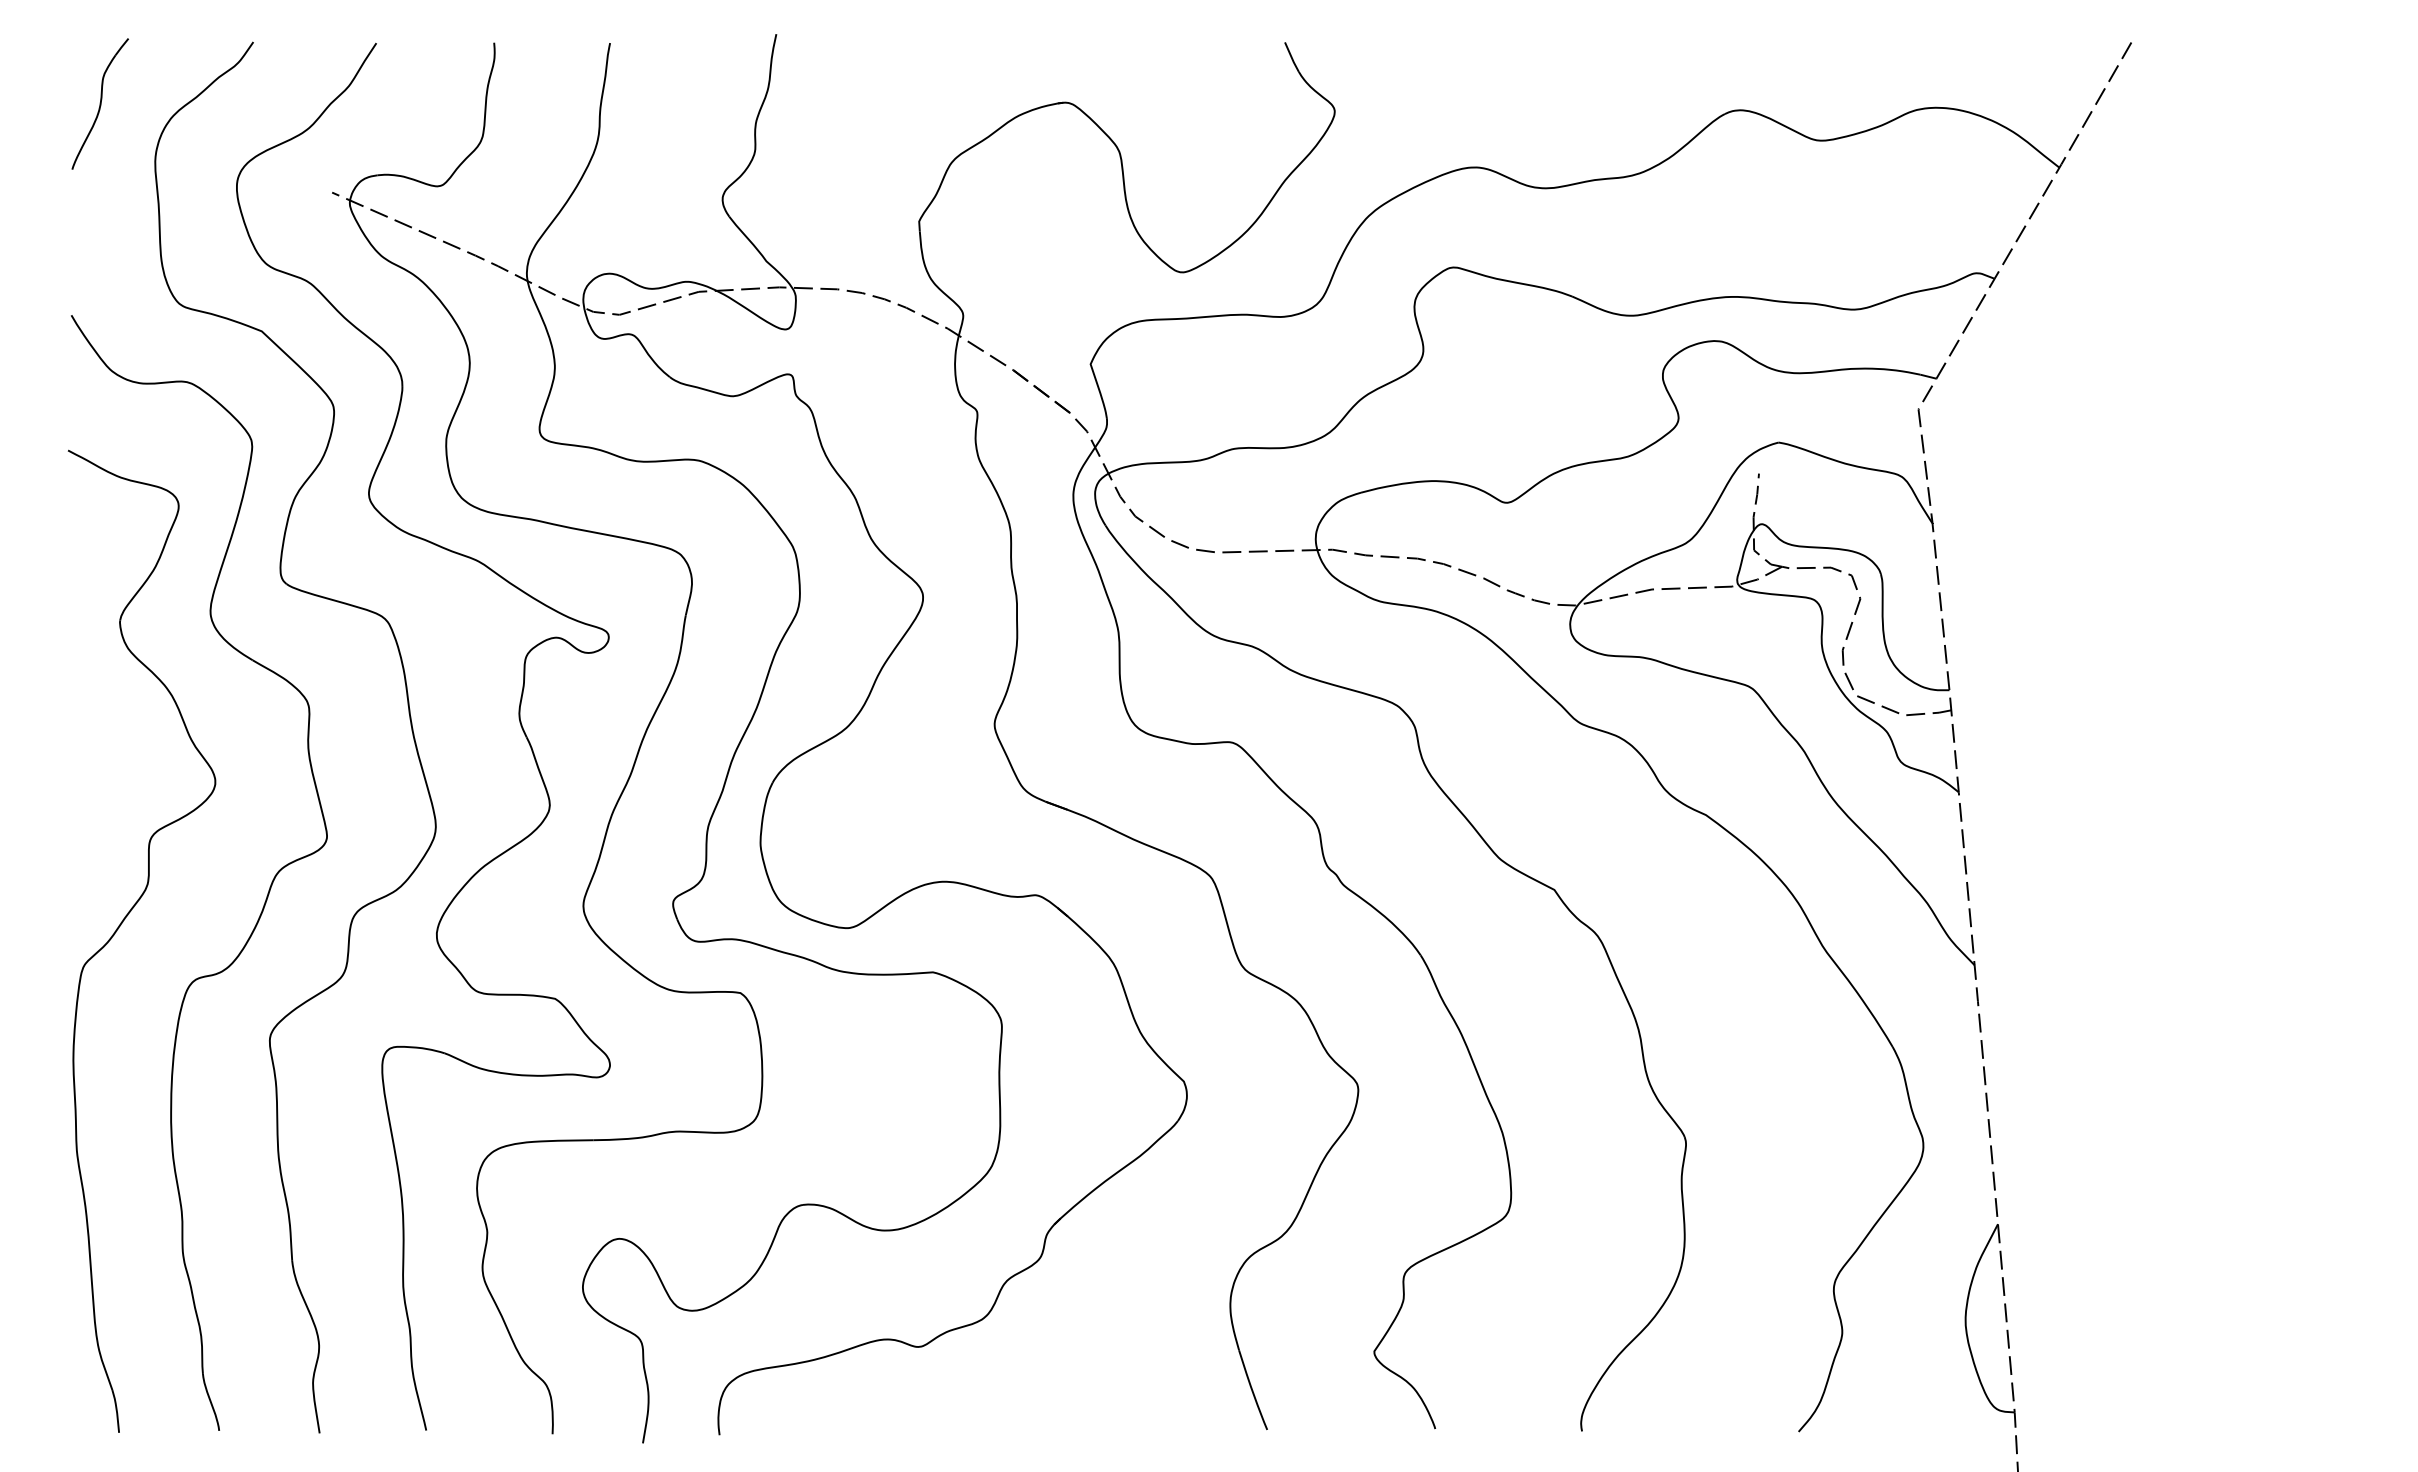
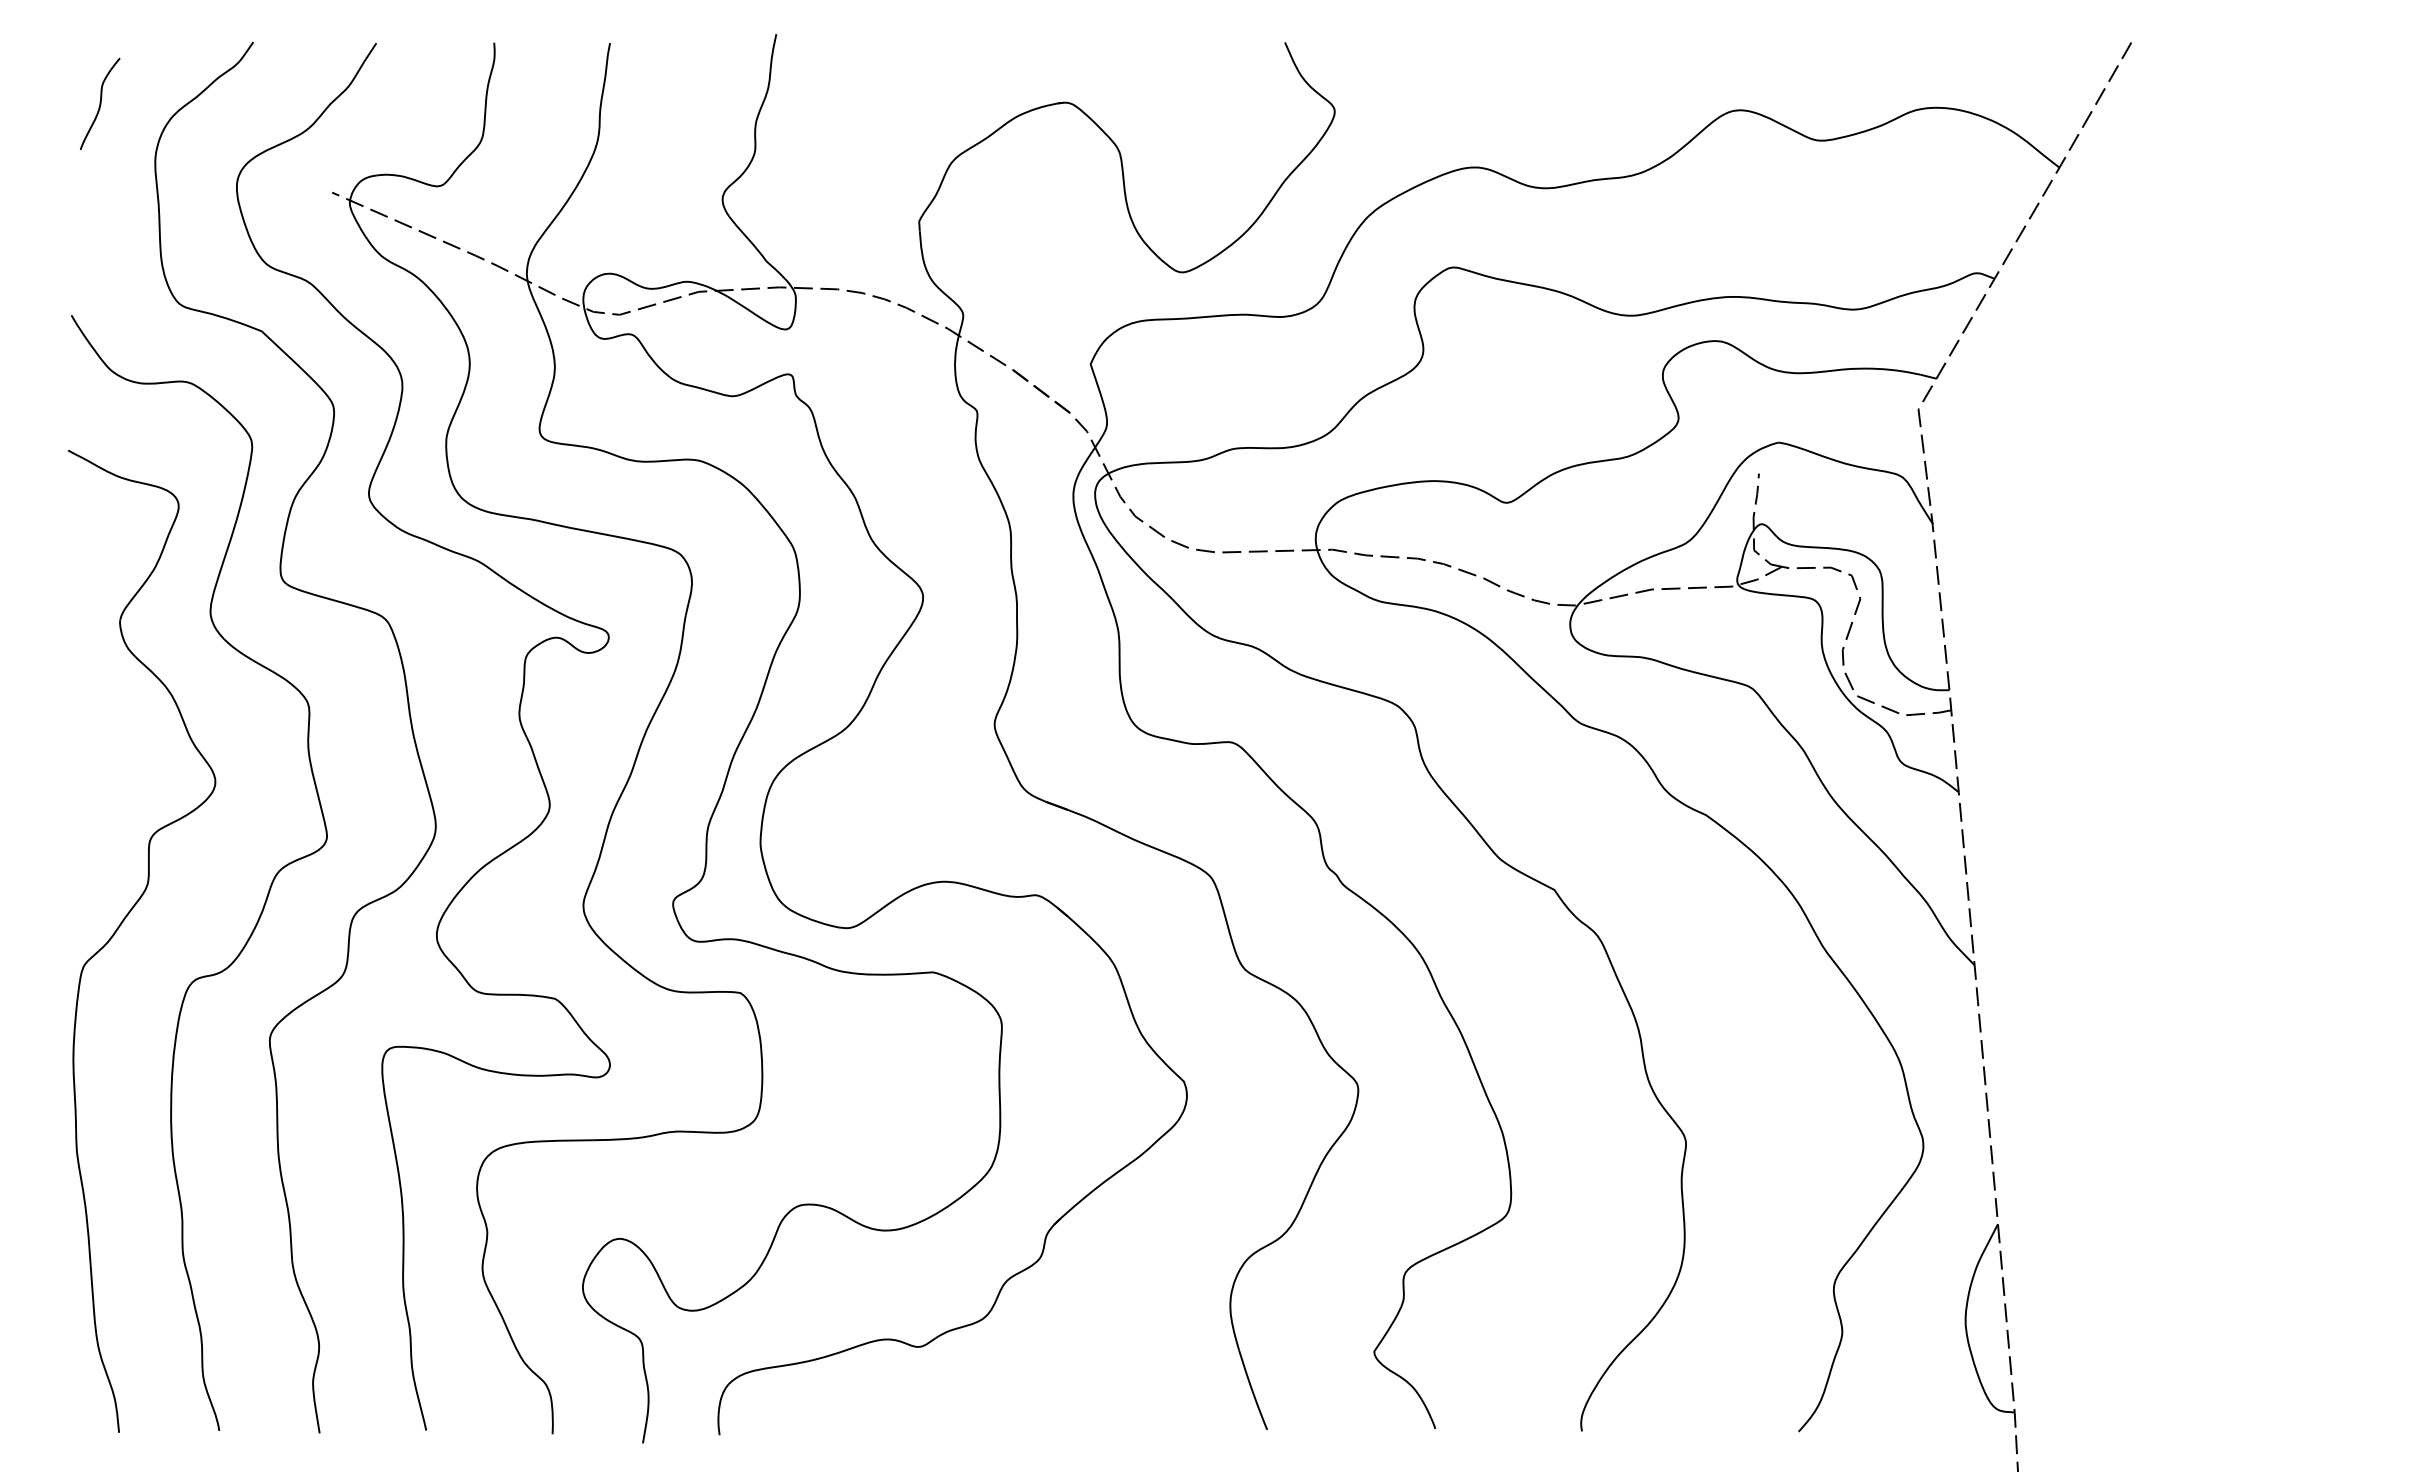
part at (99, 103) size: 58x132 px -> 42x93 px
